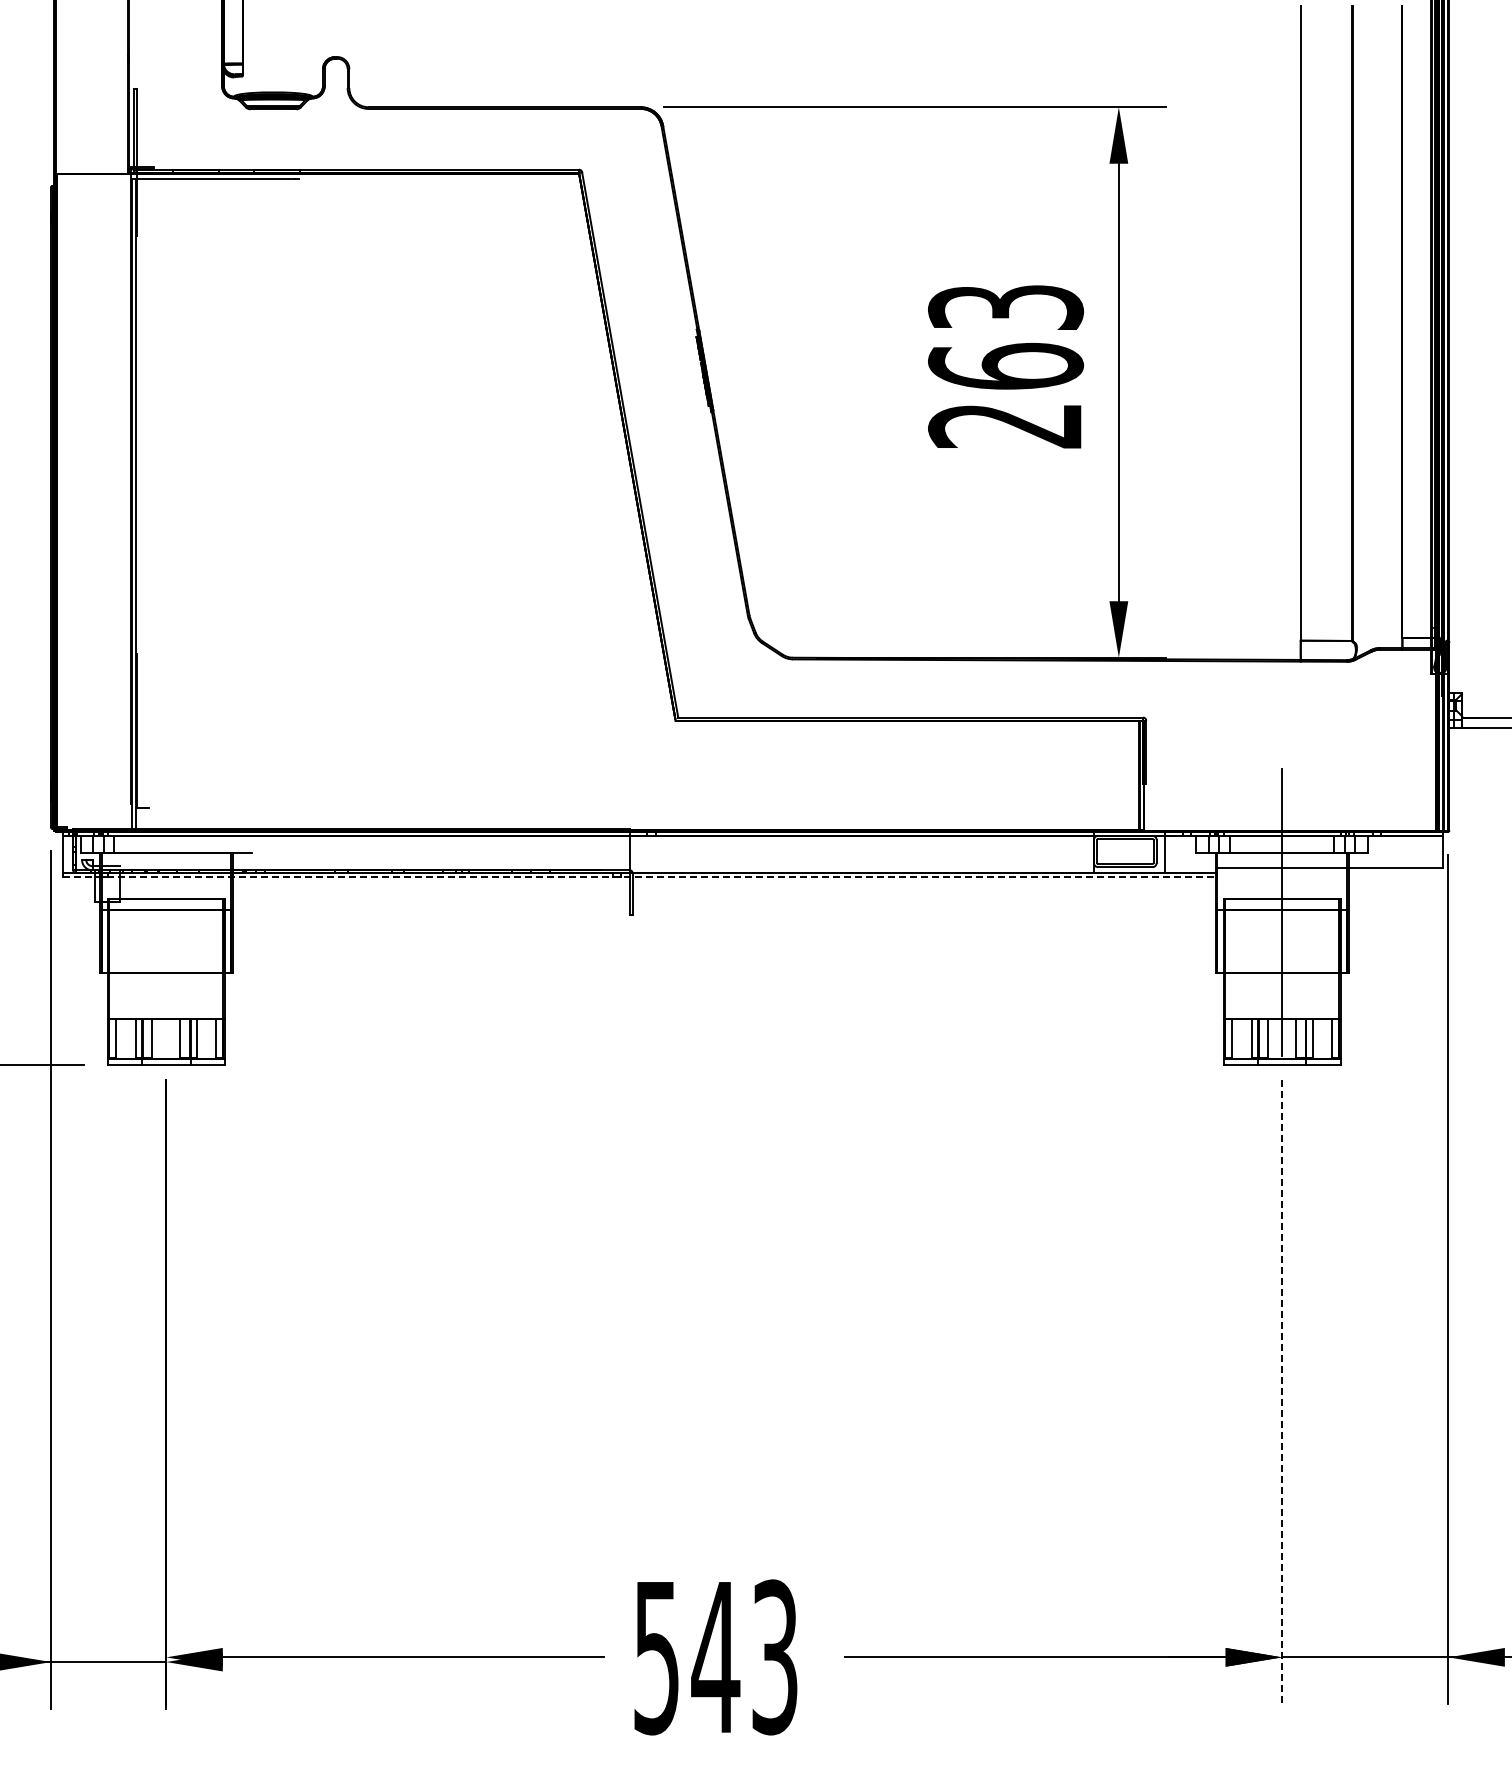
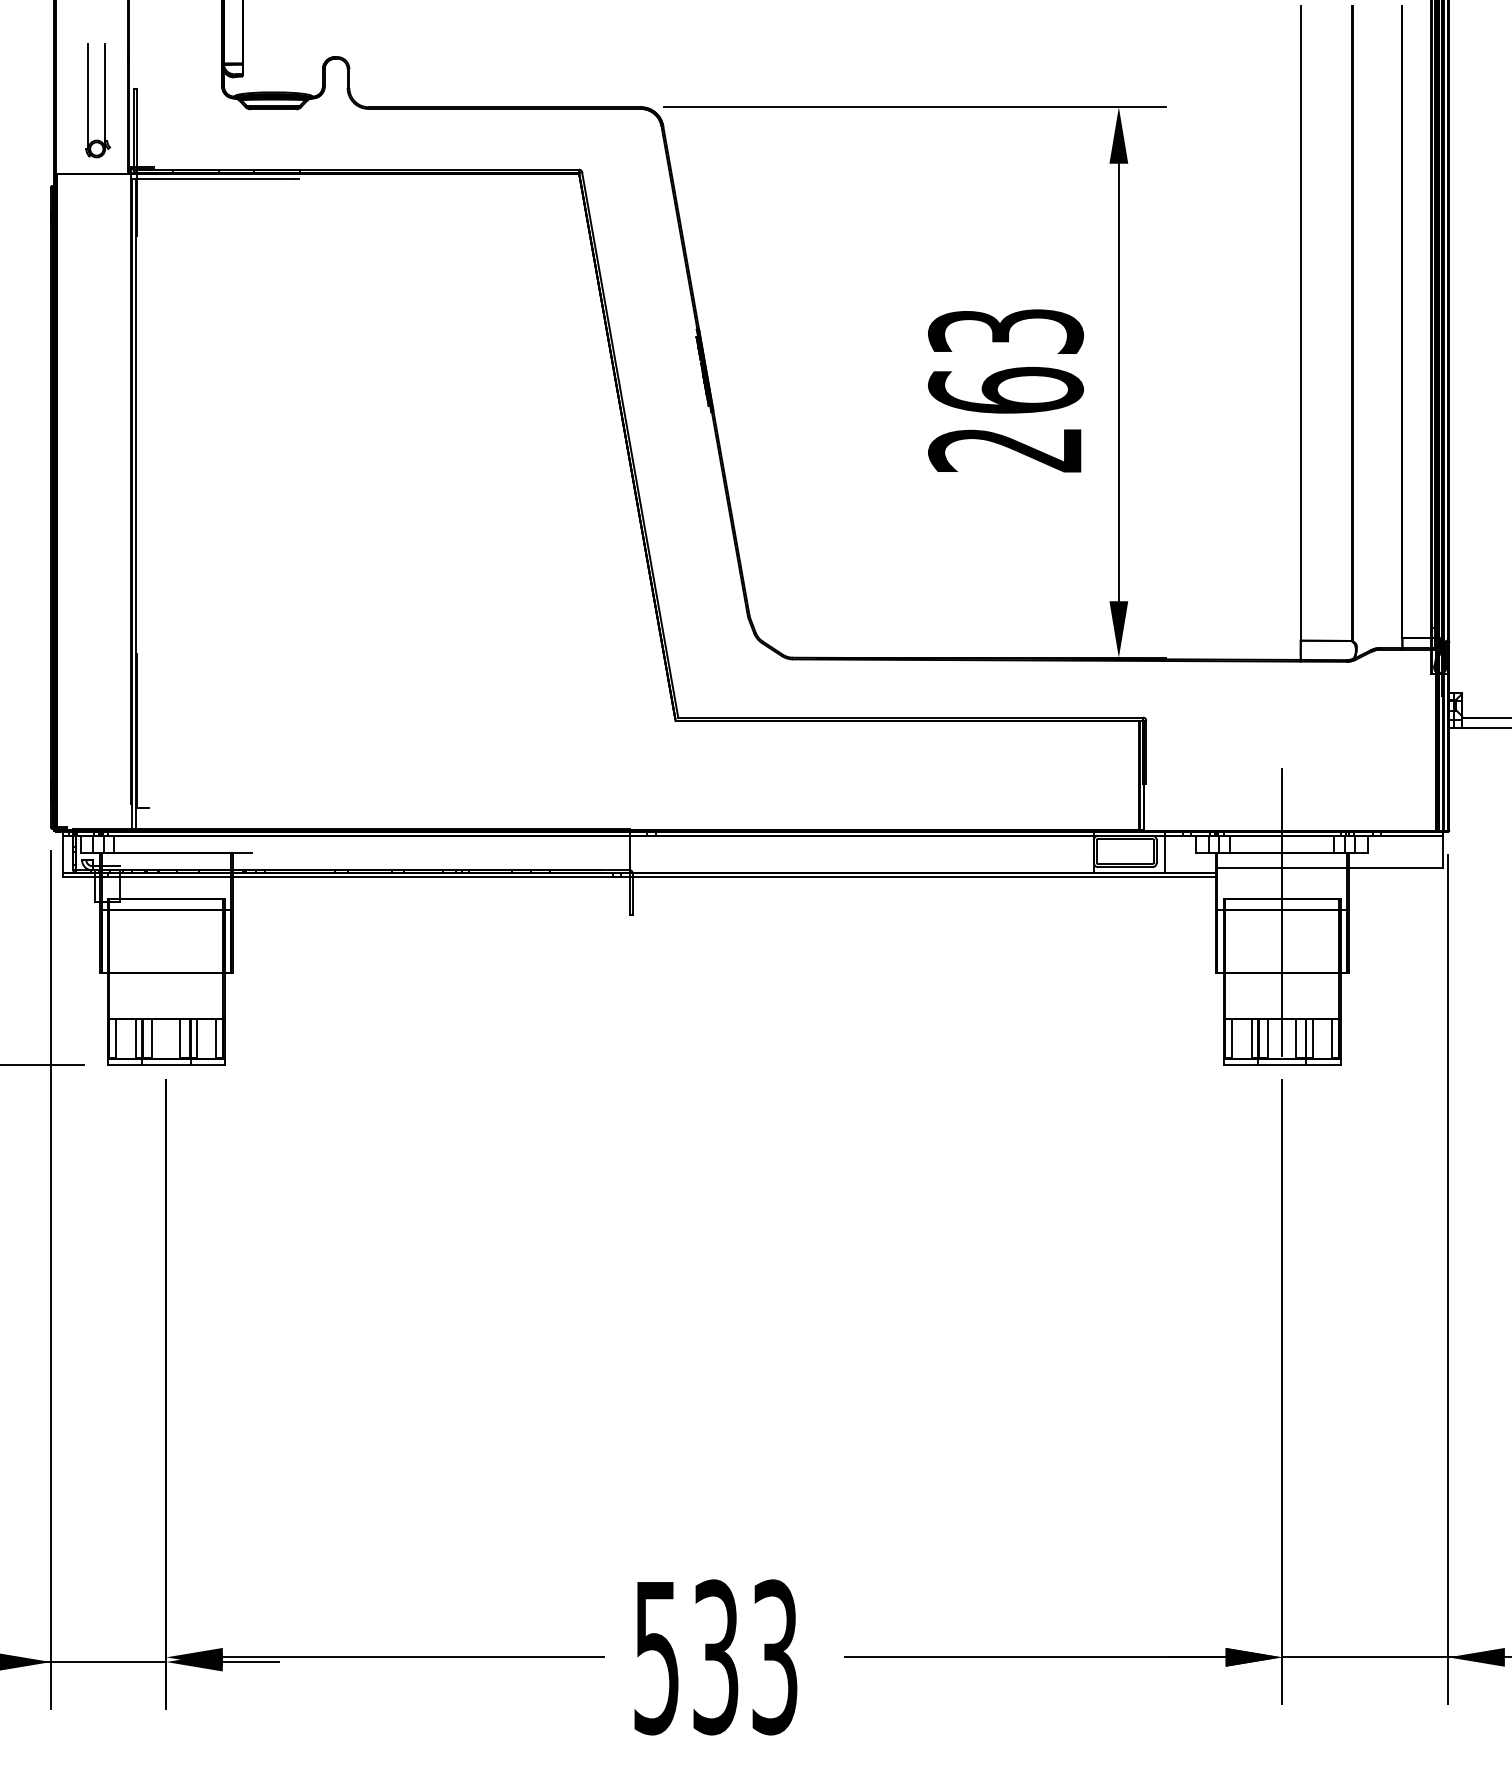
part at (104, 100): none -> present
text at (1006, 366) position: (1006, 366) -> (1006, 390)
line at (640, 877): dashed -> solid
line at (1282, 1392): dashed -> solid
text at (715, 1657): 543 -> 533
line at (250, 1662): none -> present
